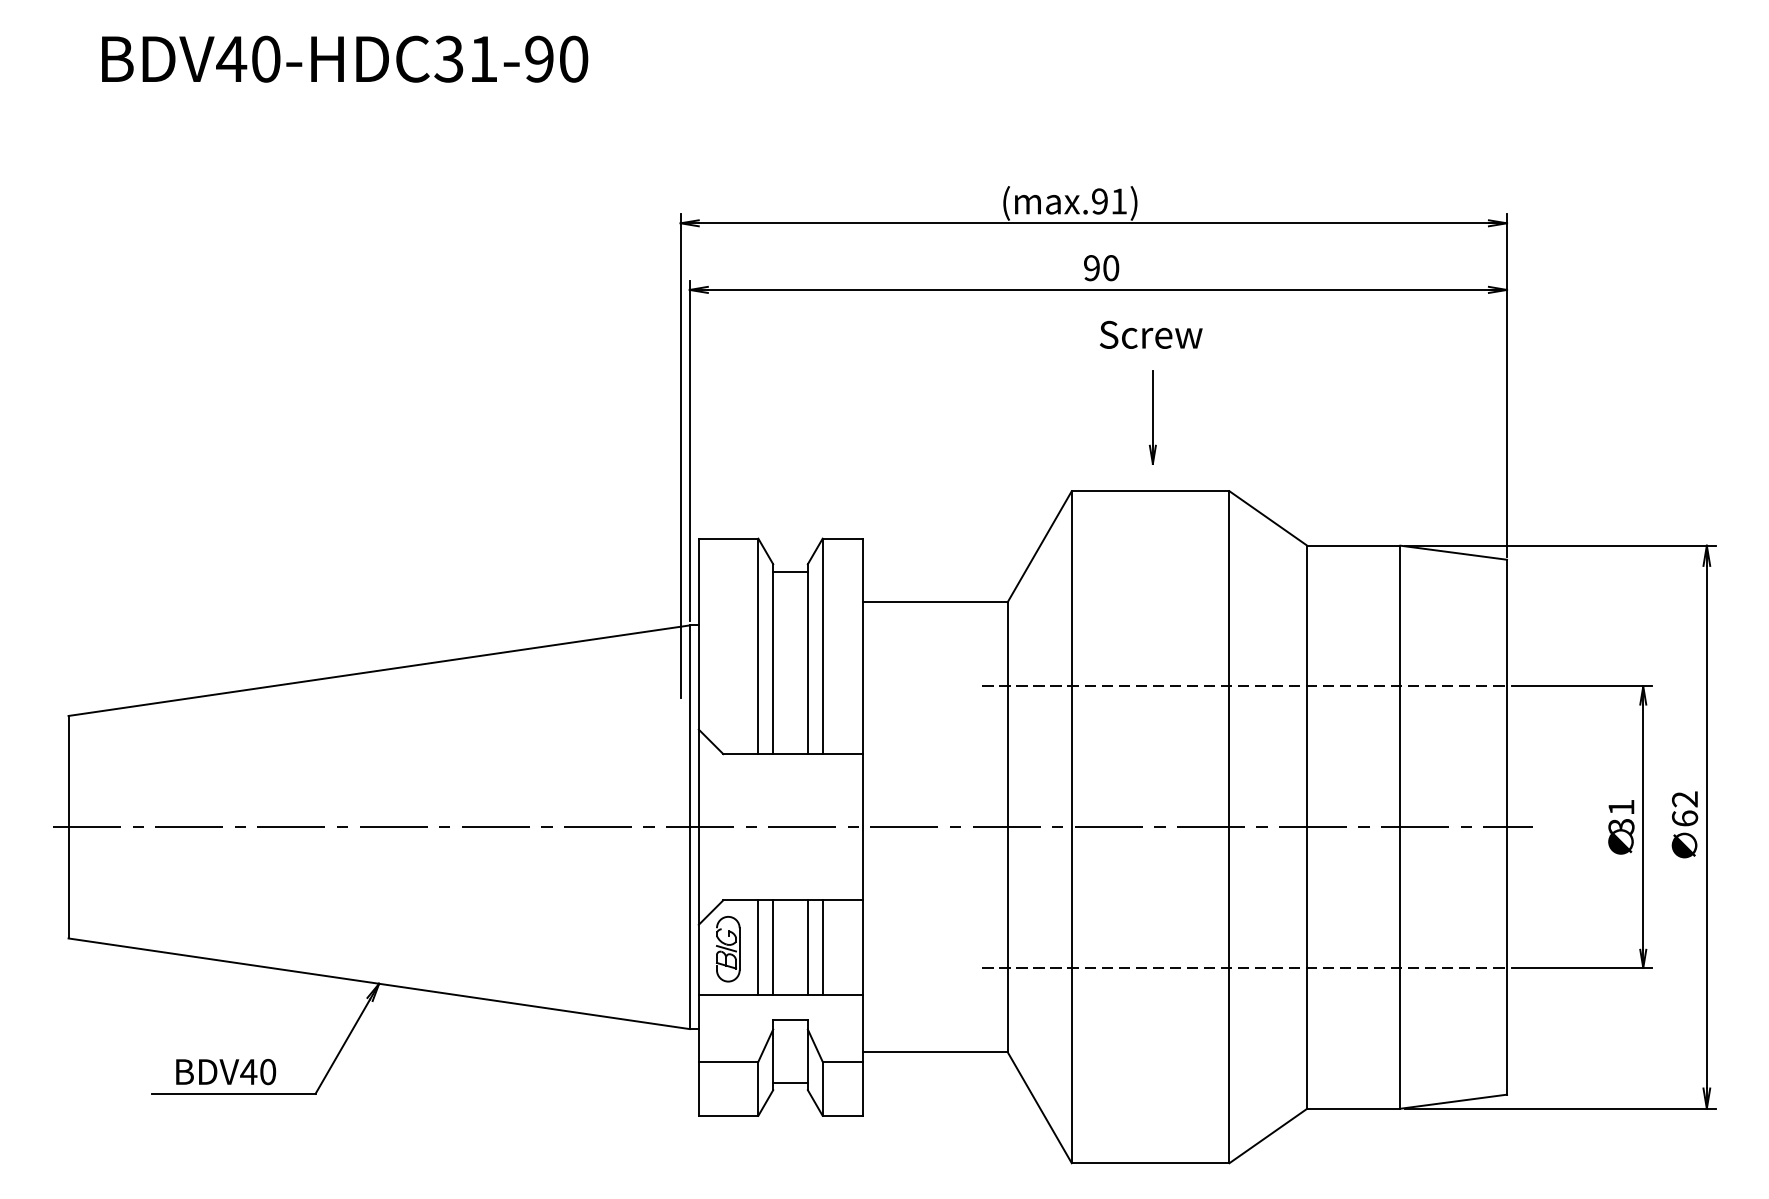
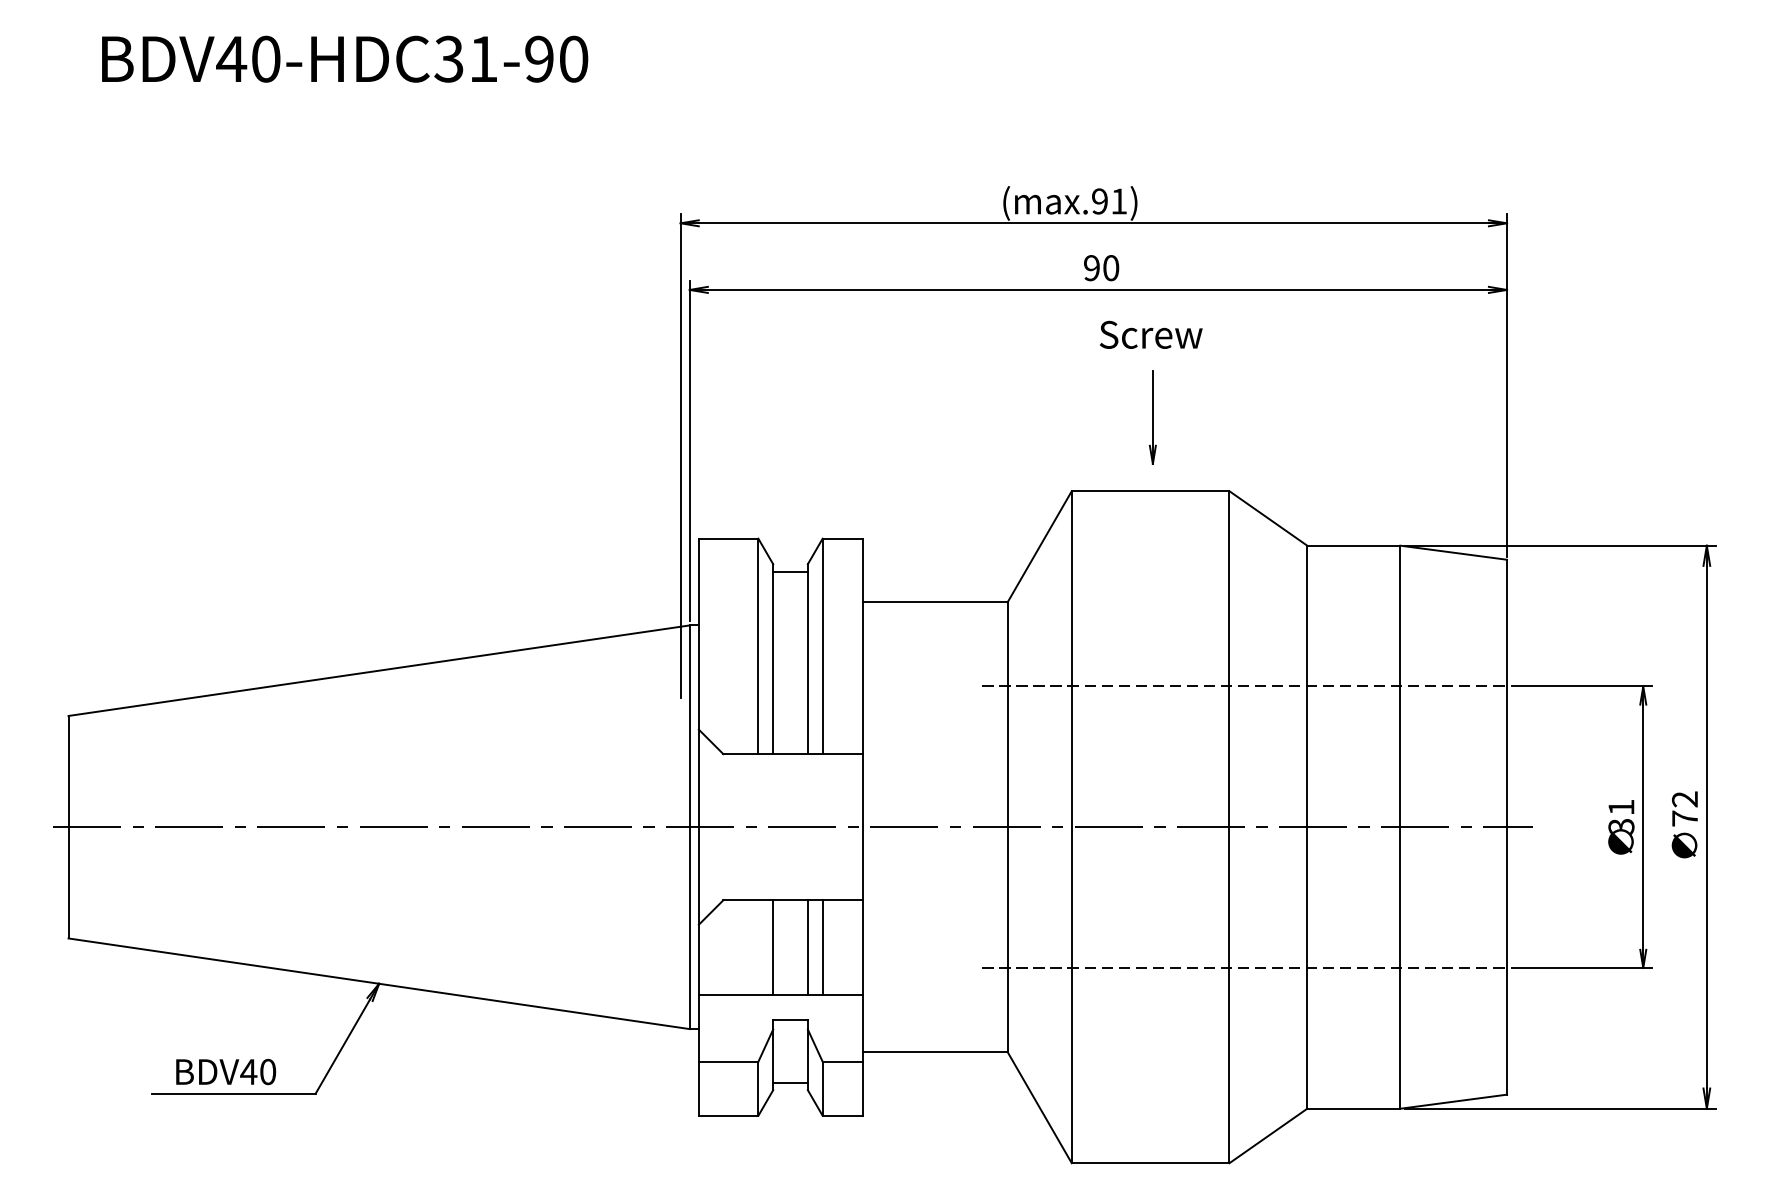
text at (1685, 818): 62 -> 72
line at (758, 947): present -> none
part at (728, 949): present -> none
